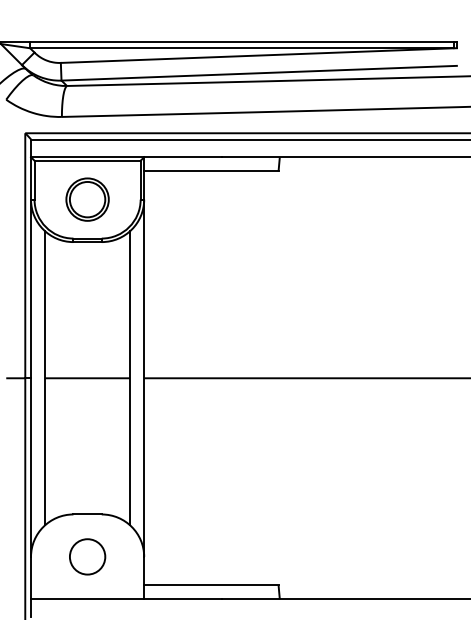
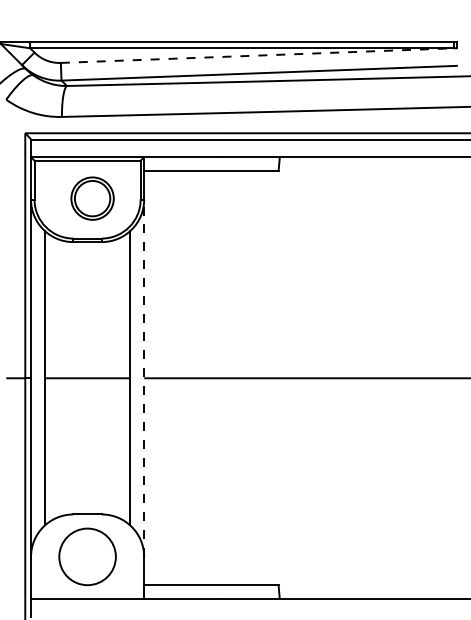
line at (258, 55): solid -> dashed
part at (87, 199) position: (87, 199) -> (92, 198)
line at (144, 378): solid -> dashed
circle at (87, 556) diameter: 35 px -> 57 px
